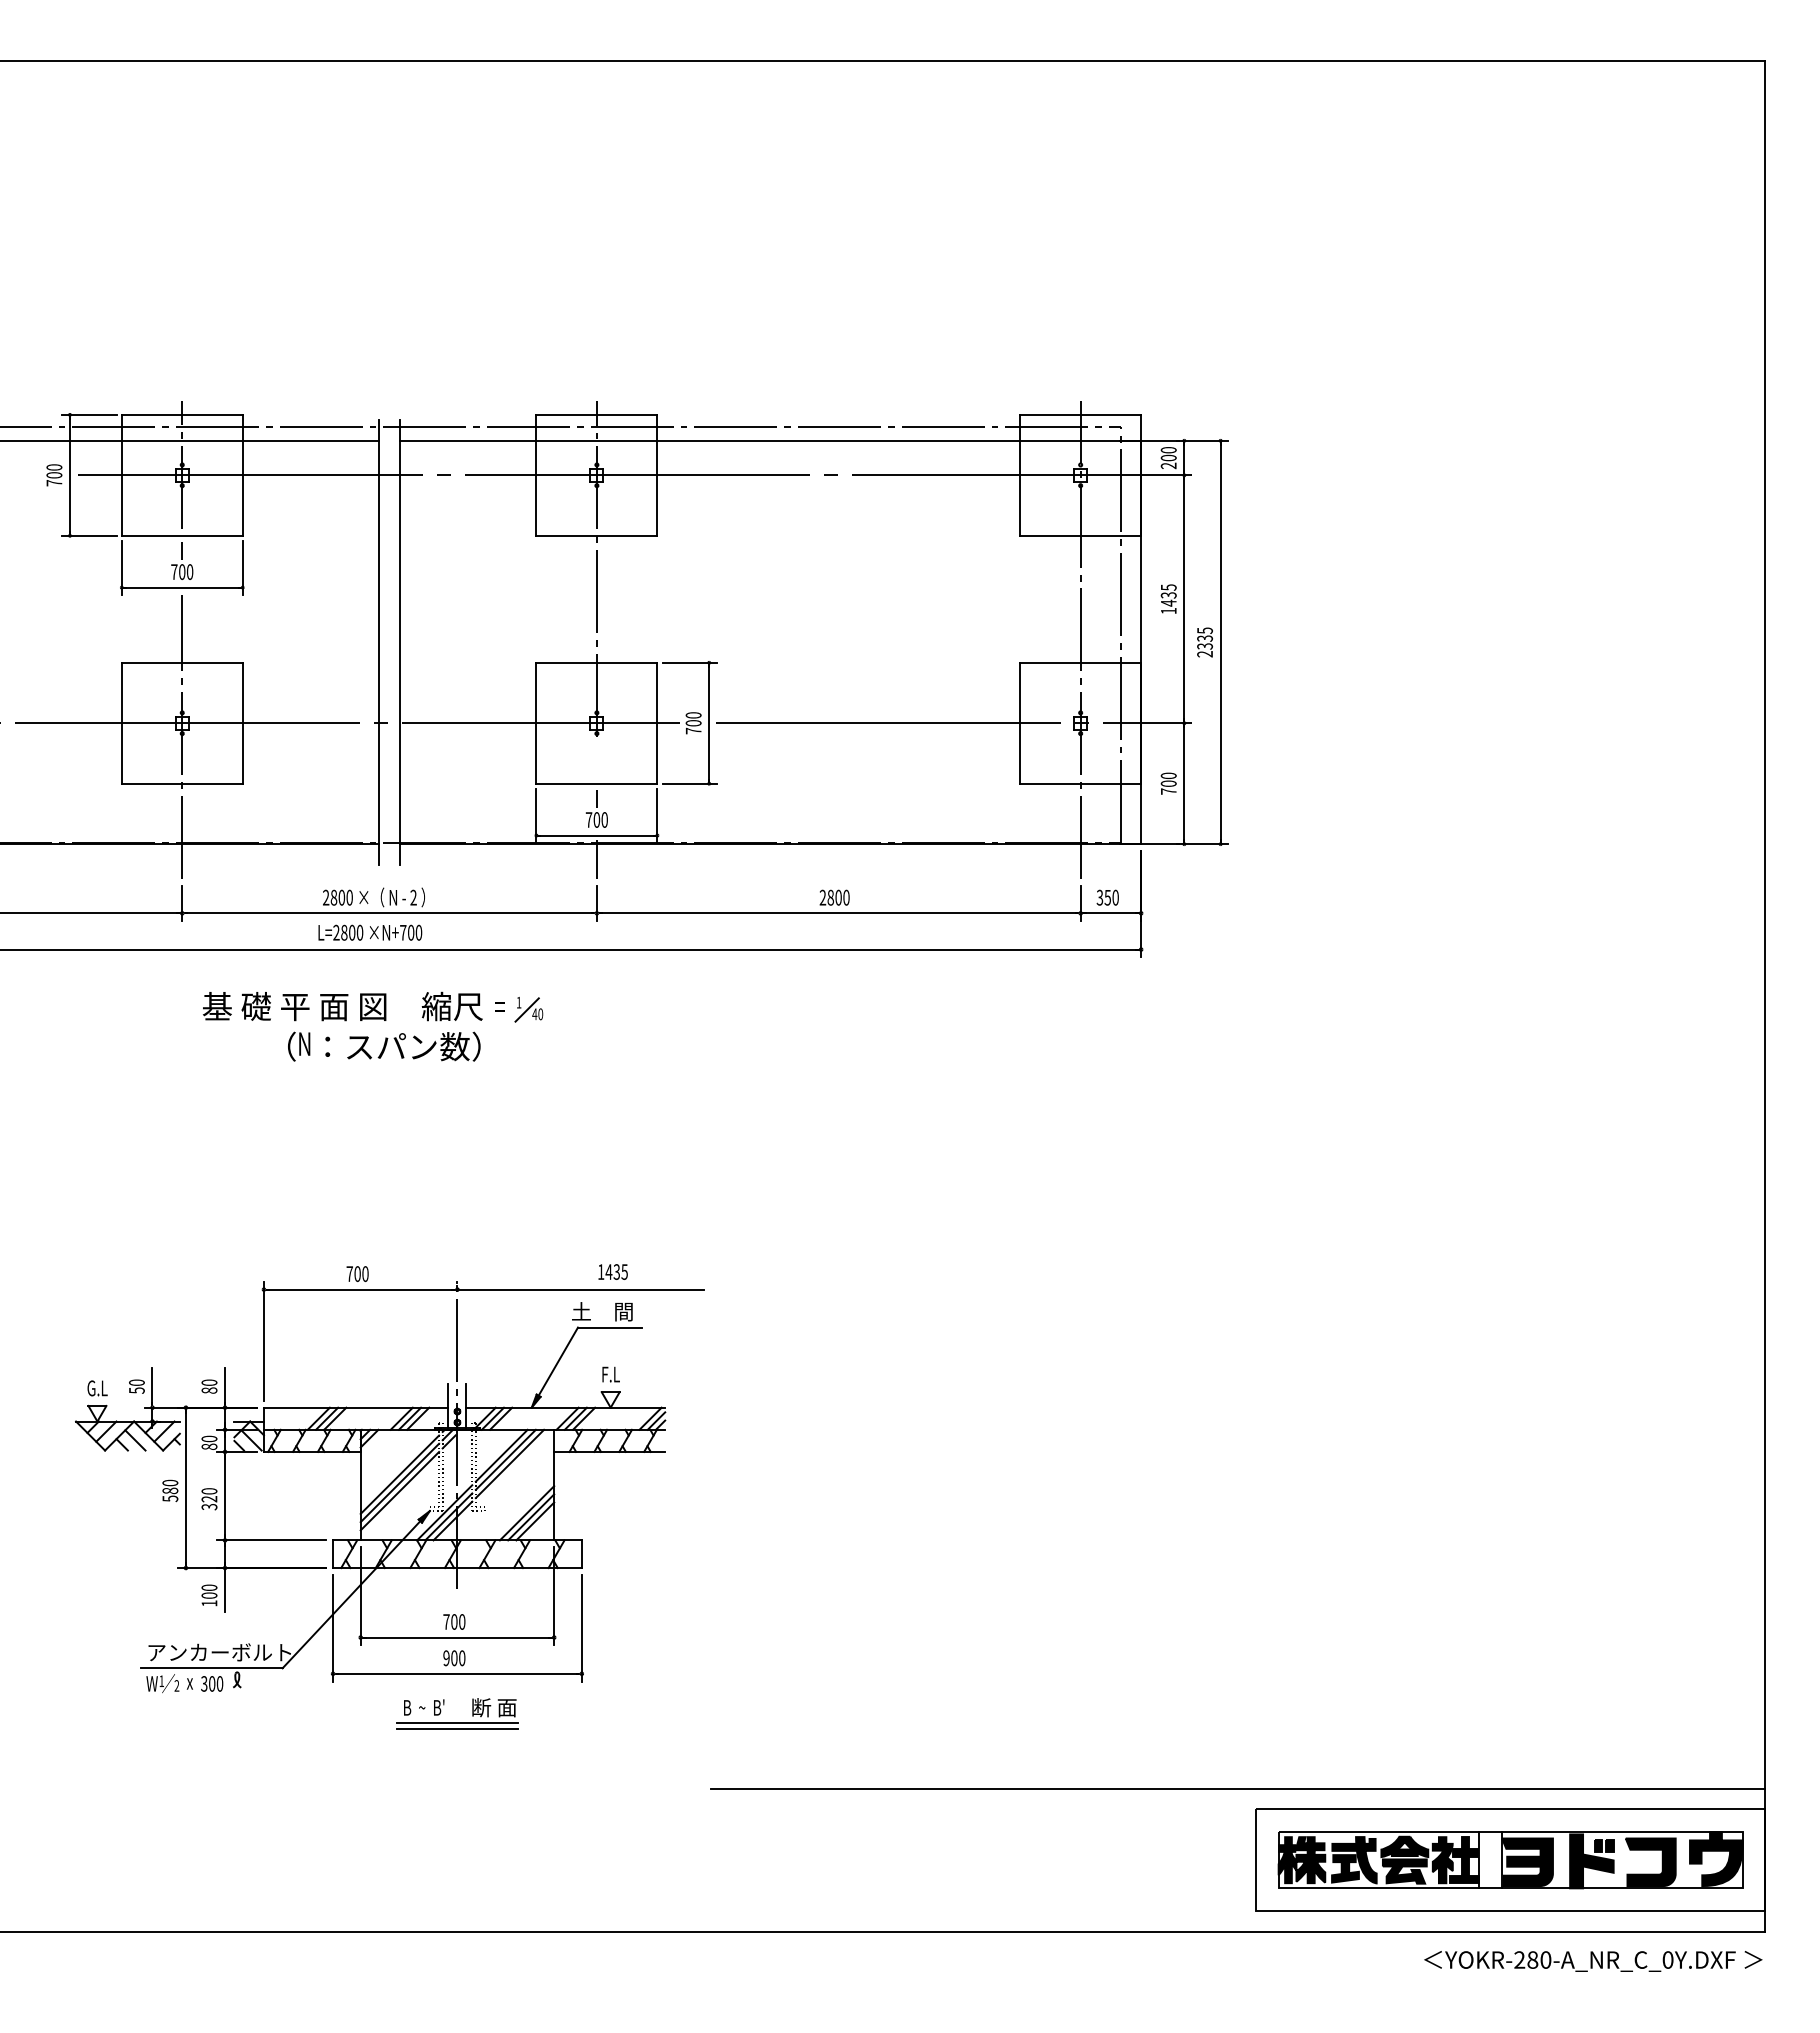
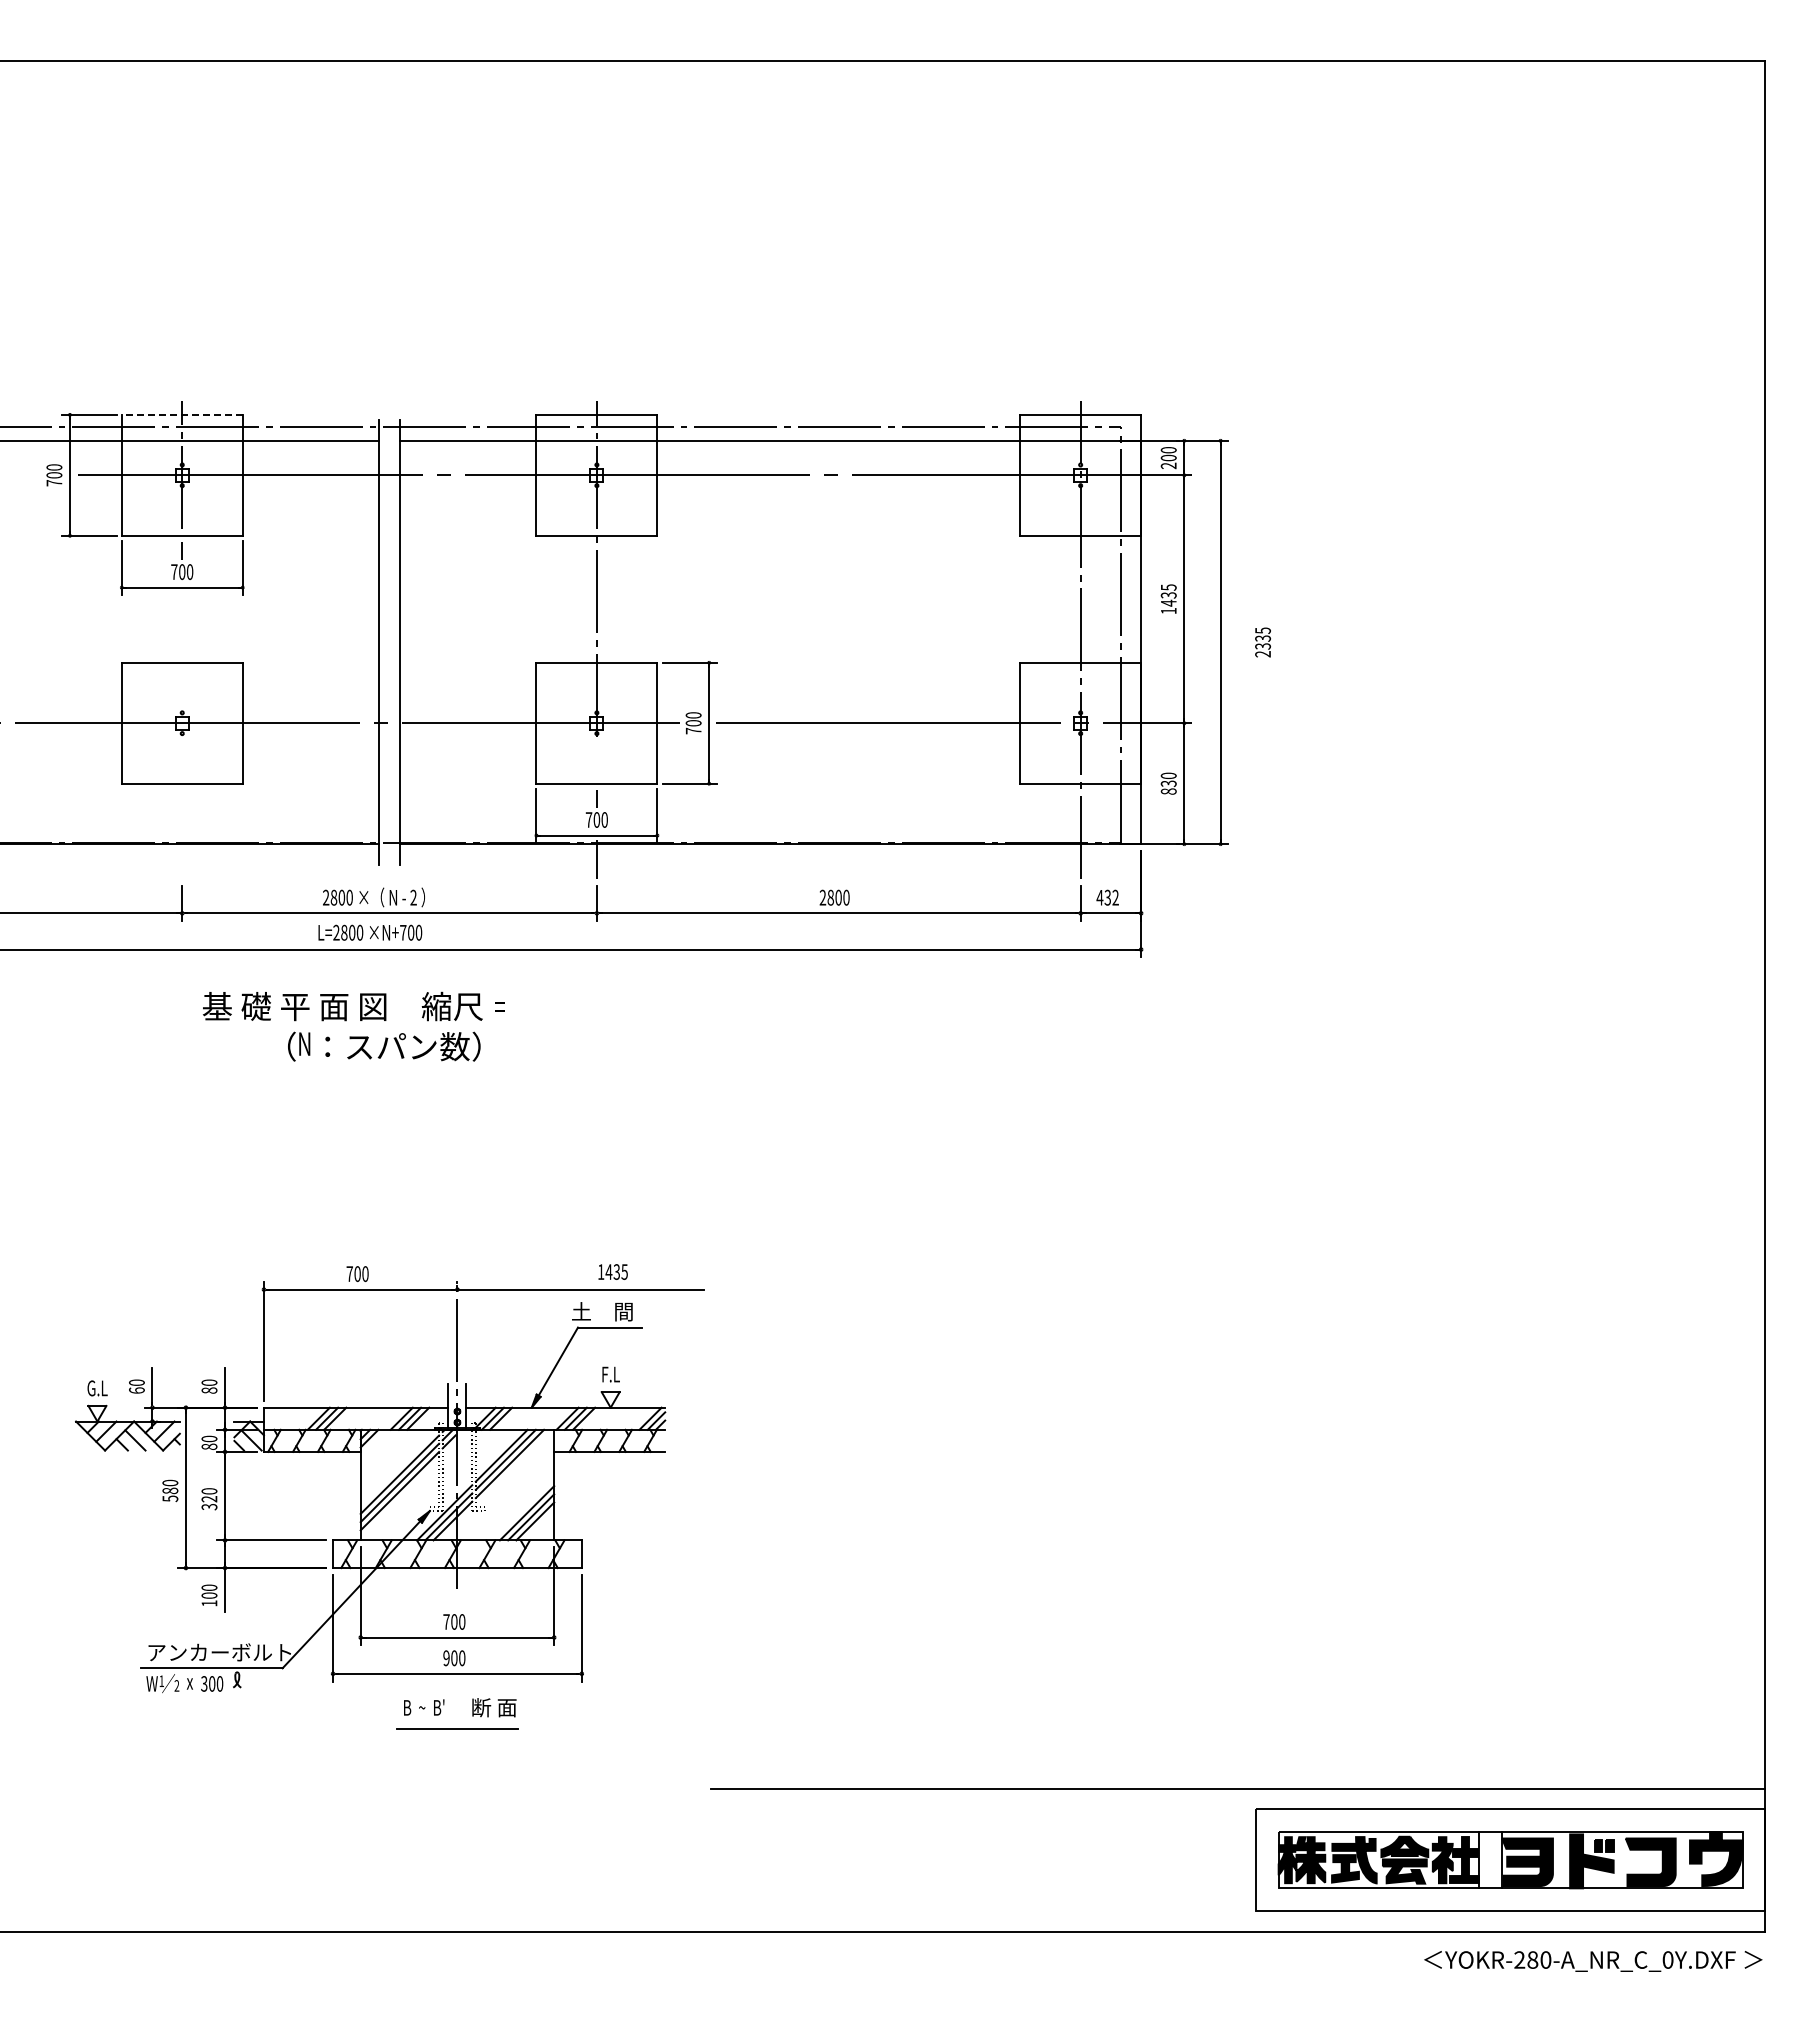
line at (181, 414): solid -> dashed
text at (1204, 642) position: (1204, 642) -> (1262, 642)
line at (182, 736): present -> none
text at (1168, 787): 700 -> 830
text at (1107, 897): 350 -> 432
part at (528, 1009): present -> none
text at (136, 1390): 50 -> 60
line at (457, 1723): present -> none
